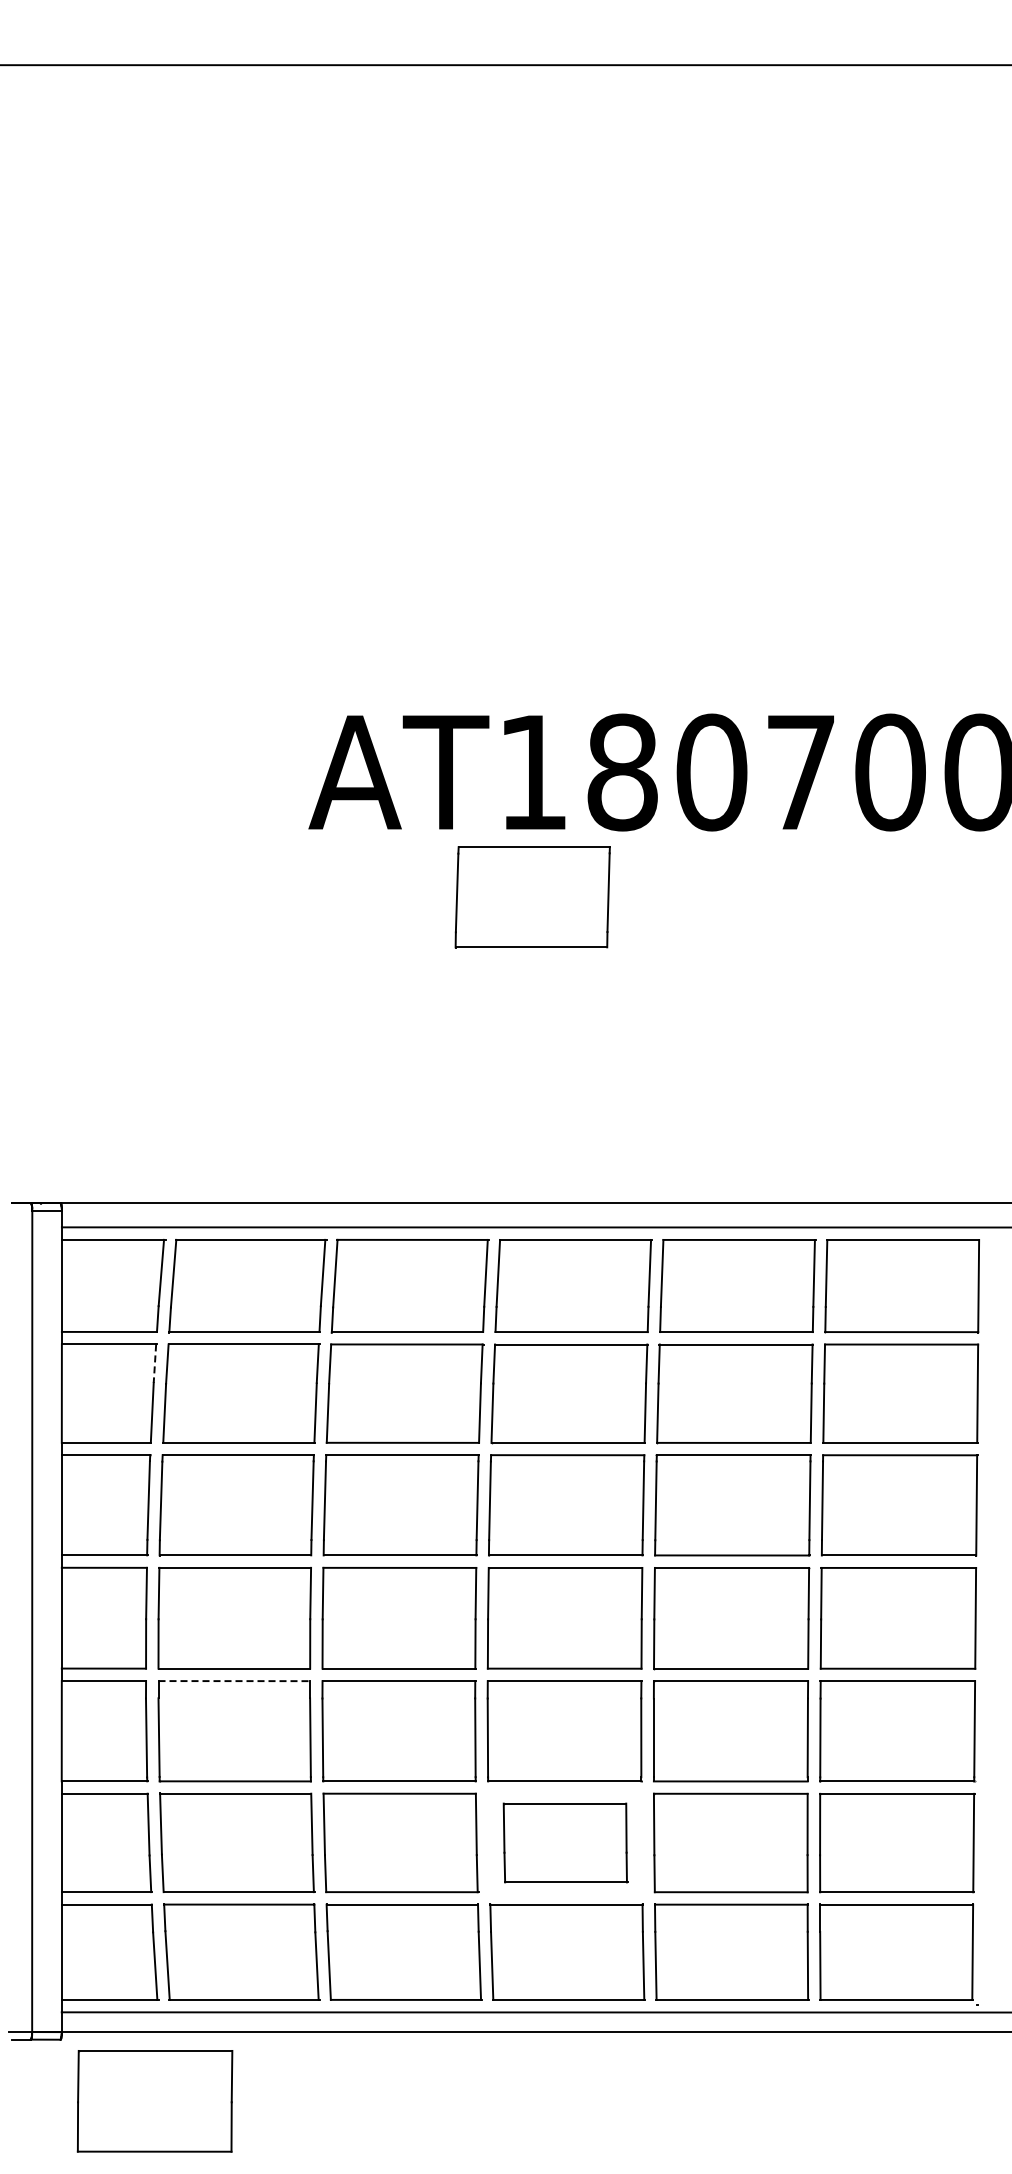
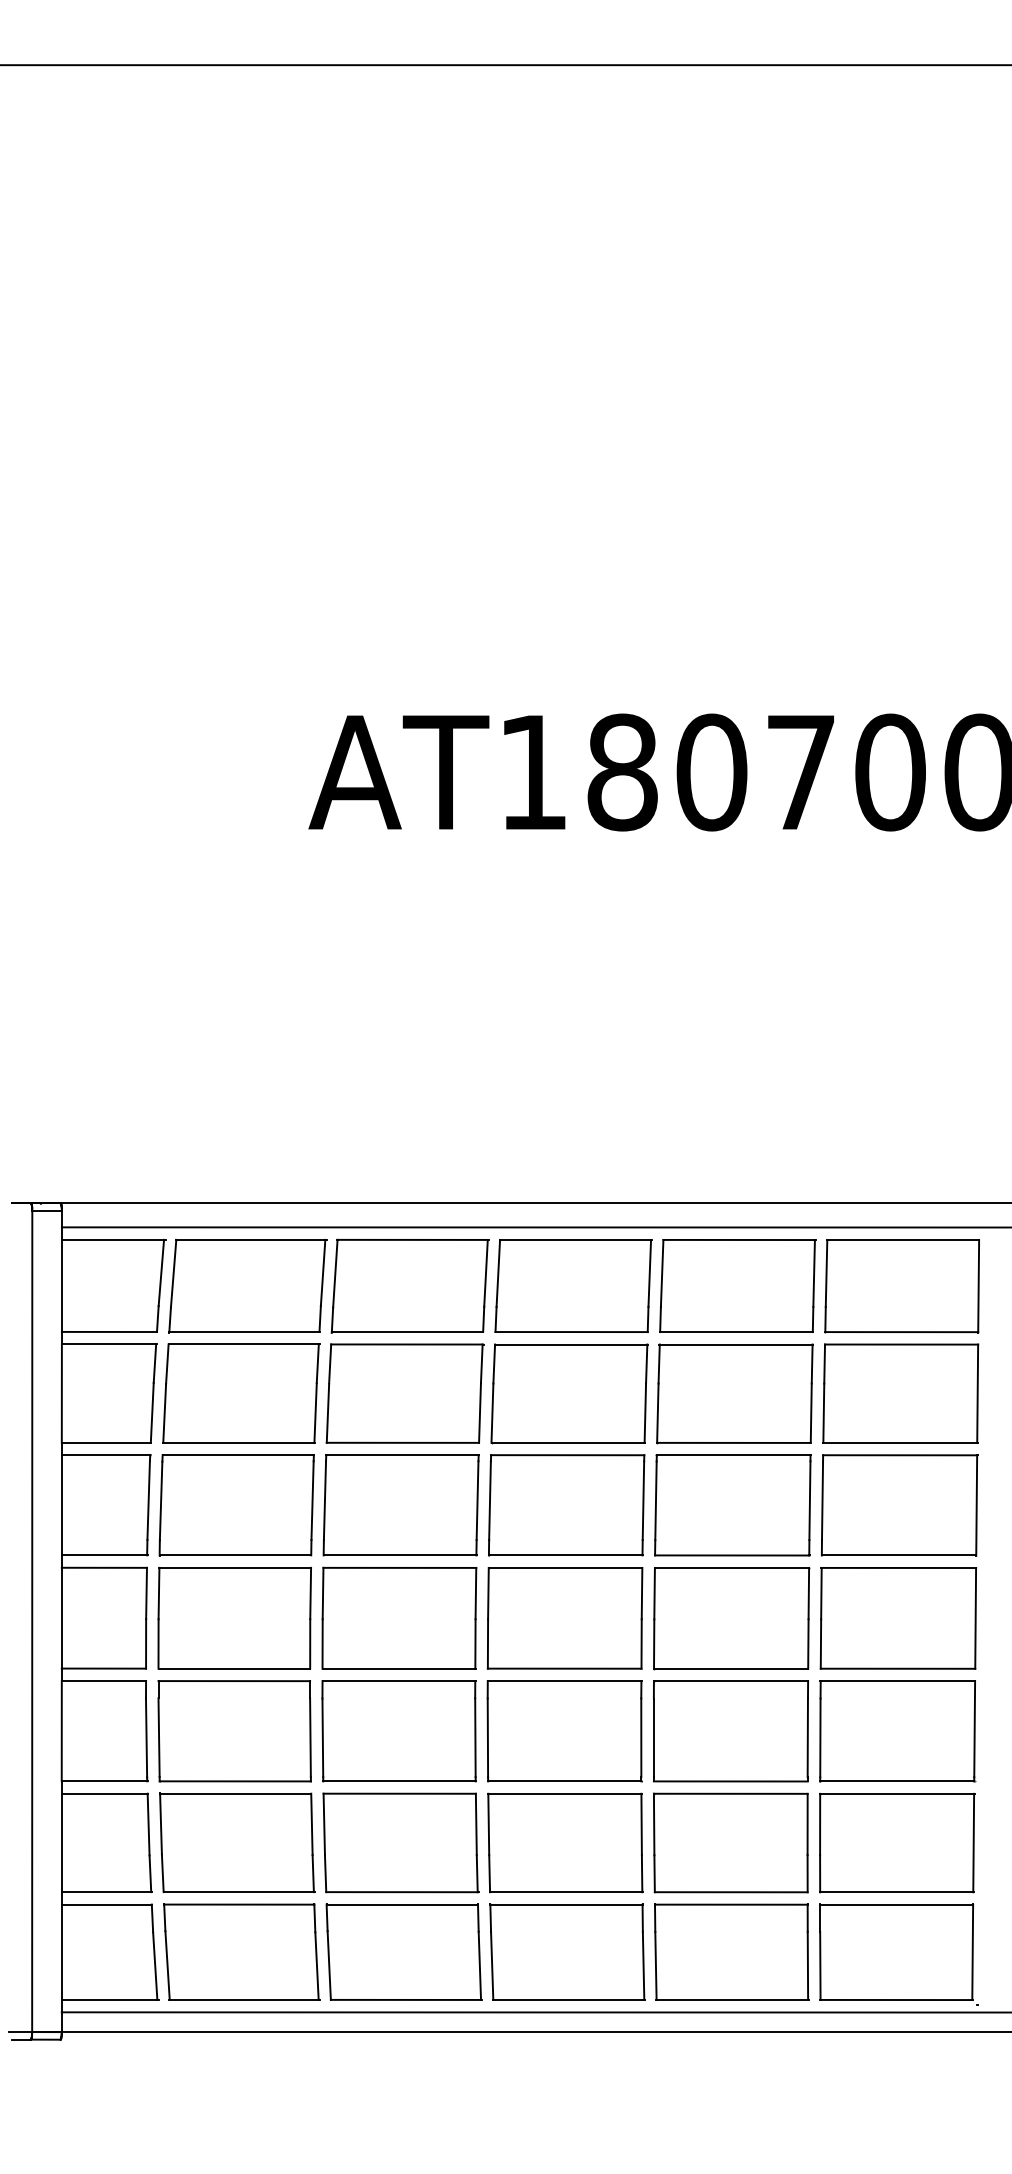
part at (532, 897): present -> none
line at (154, 1364): dashed -> solid
line at (234, 1681): dashed -> solid
part at (565, 1842) size: 127x82 px -> 157x102 px
part at (154, 2101): present -> none
